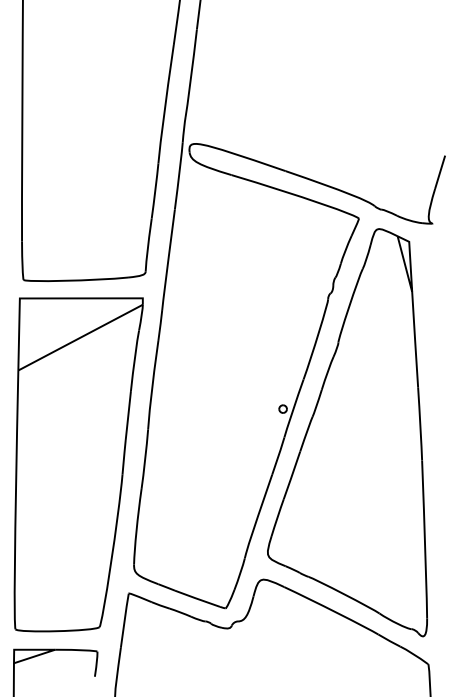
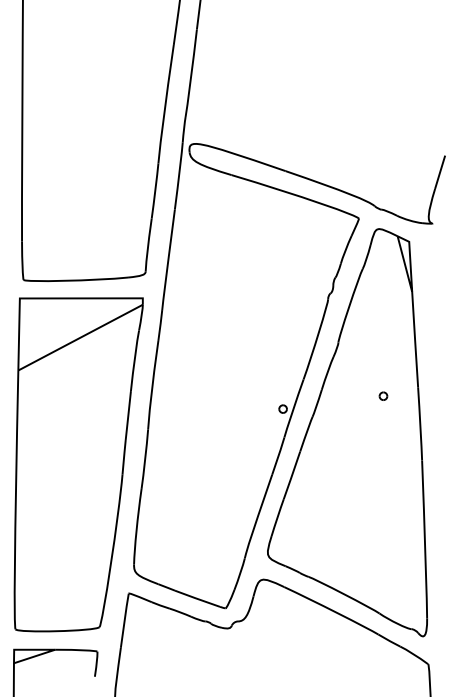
part at (383, 395): none -> present
